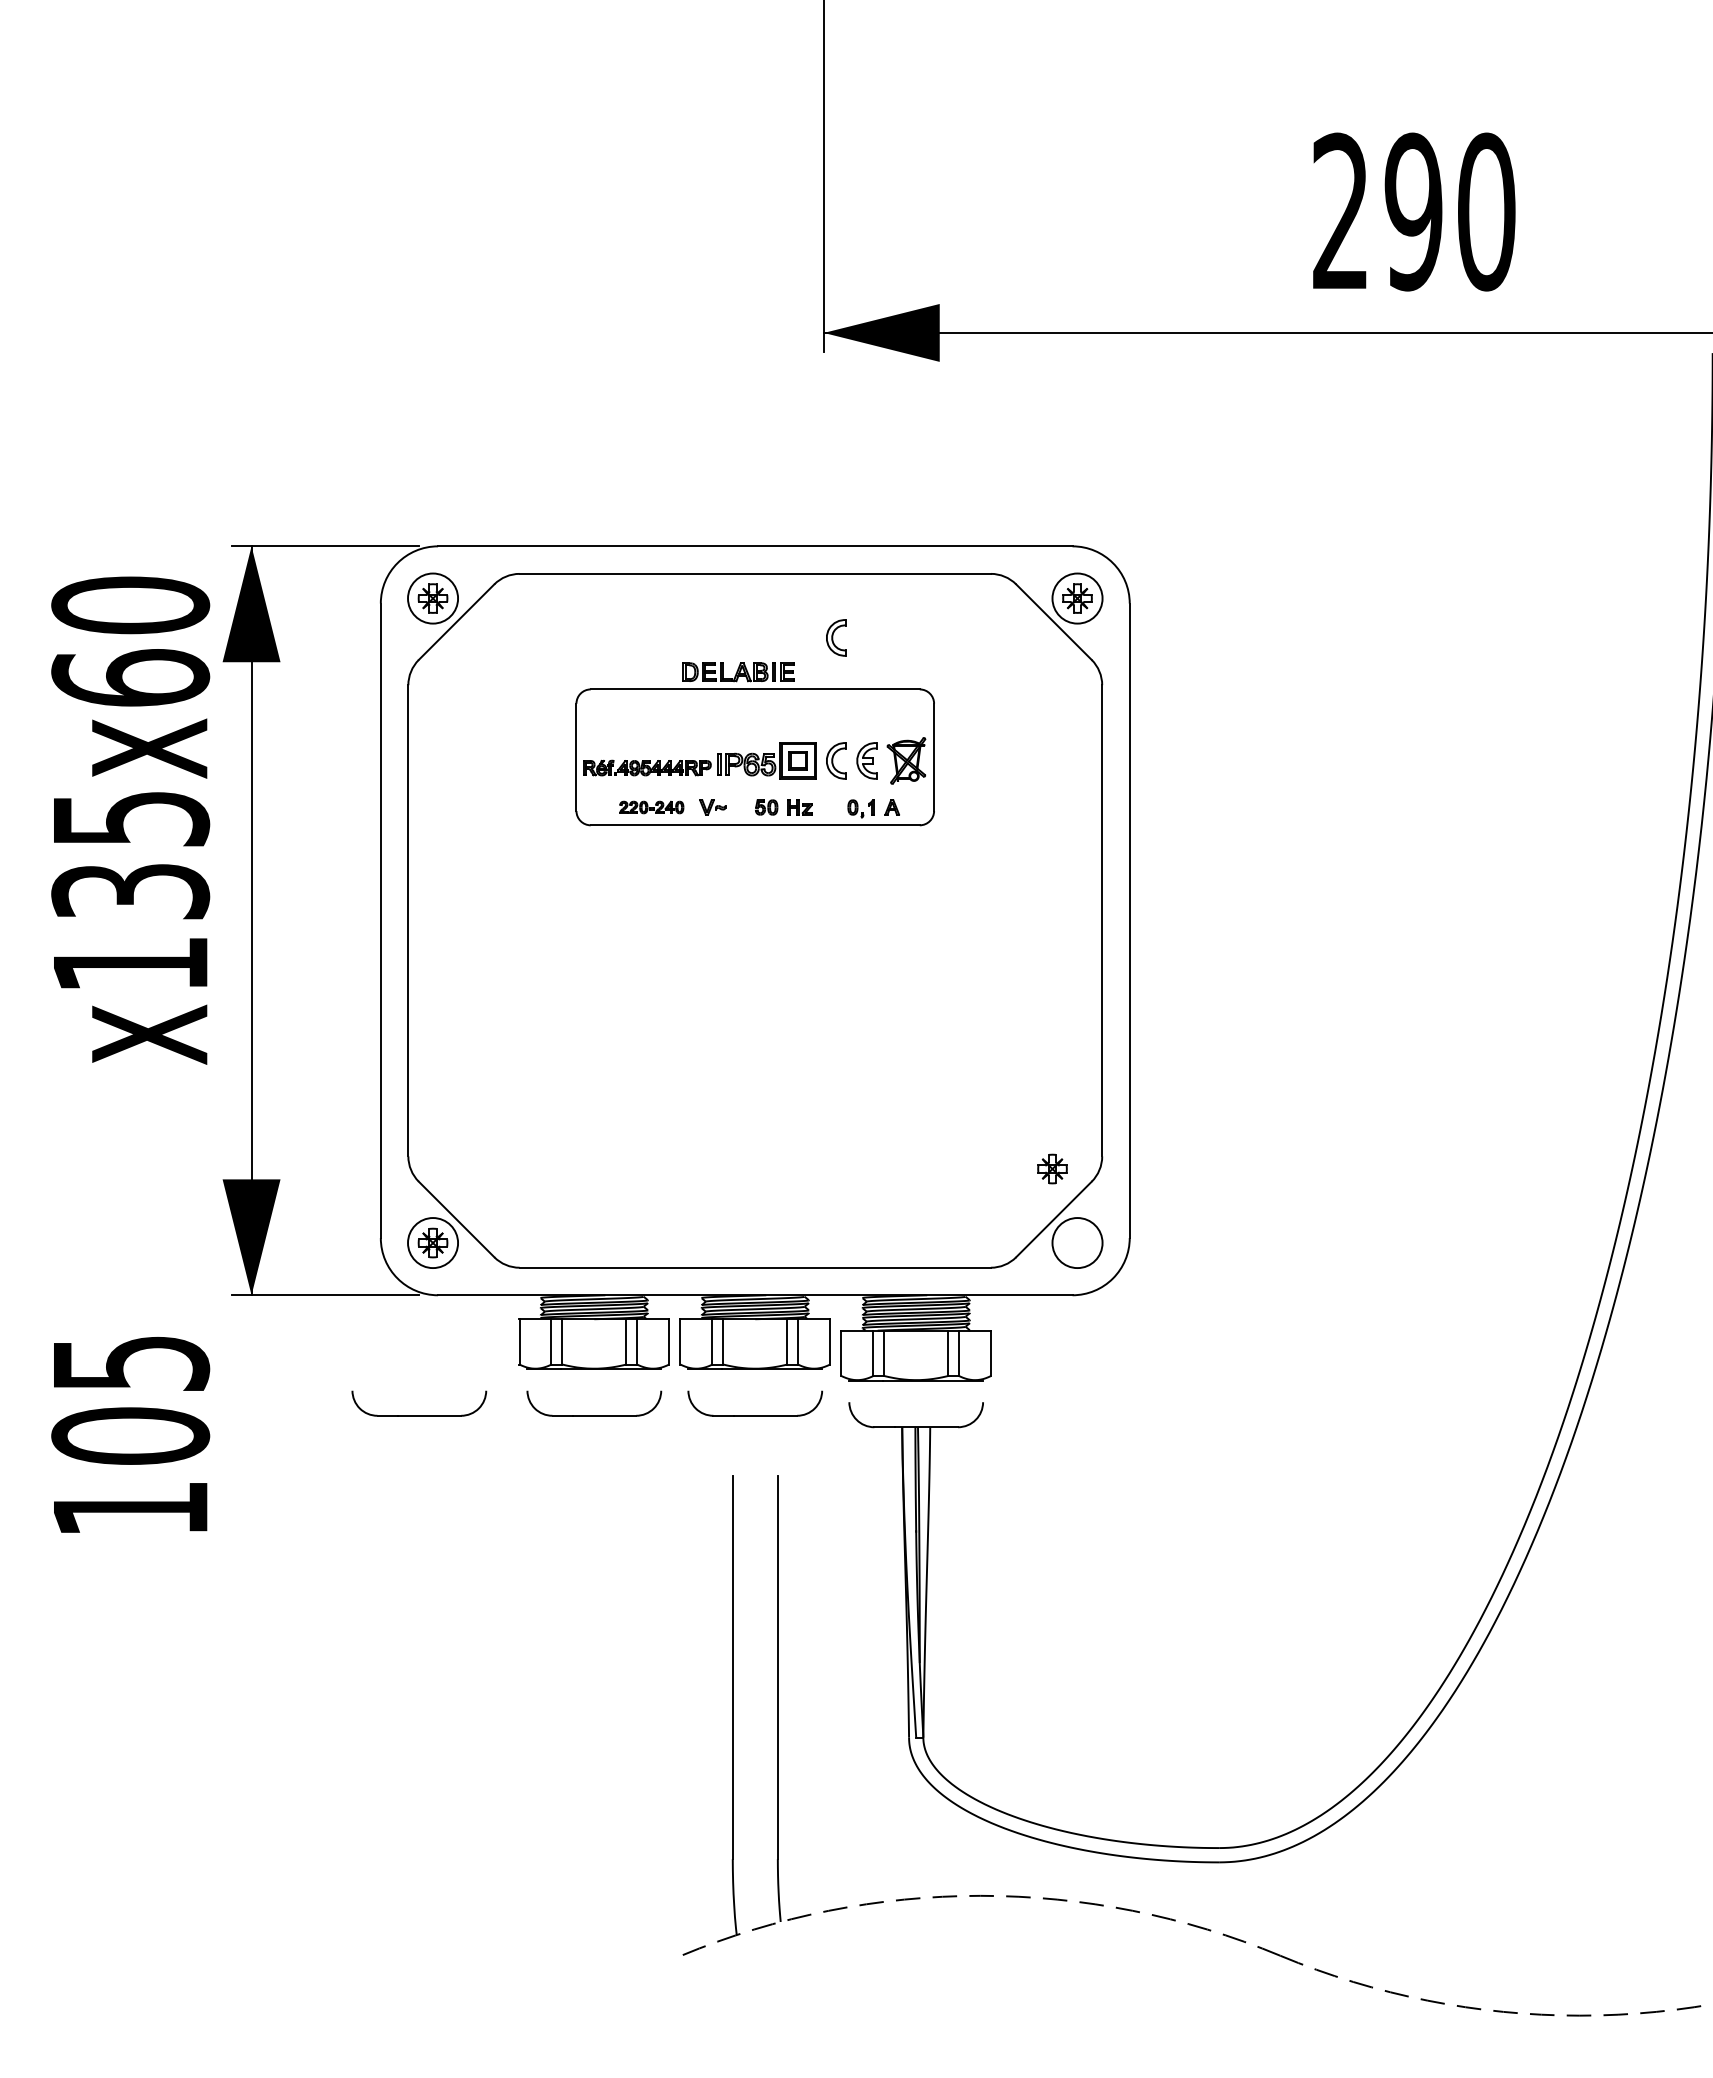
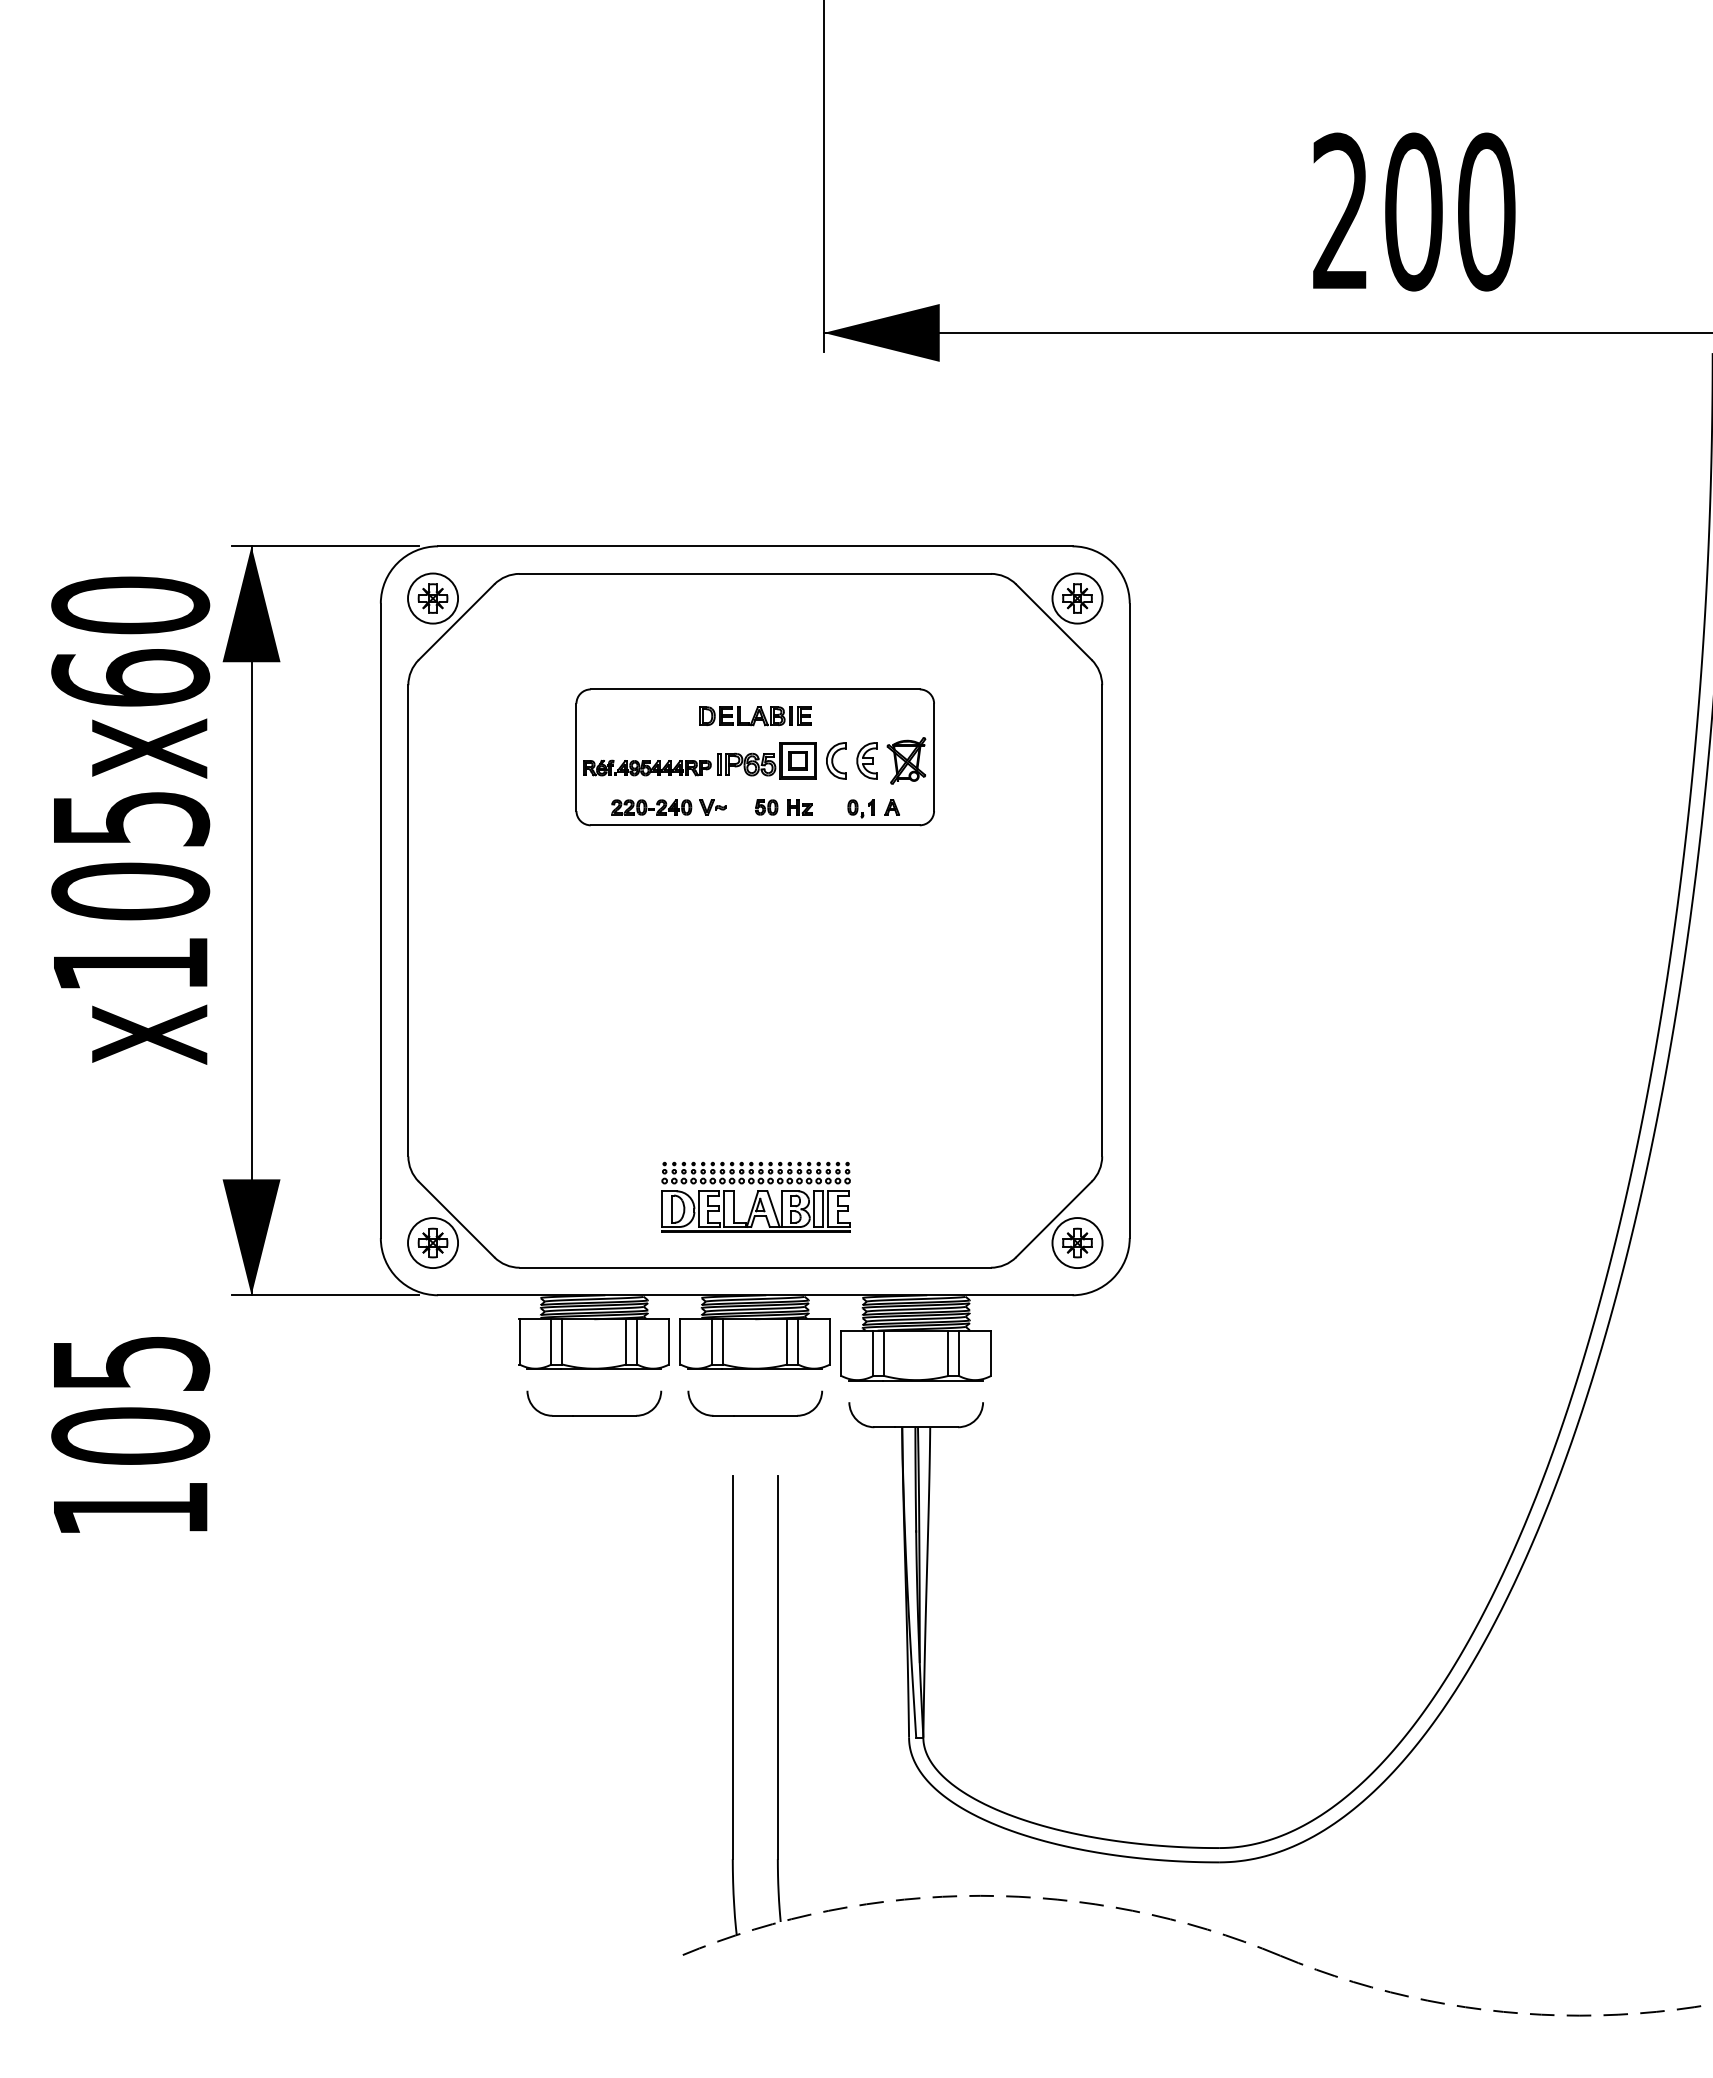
text at (1413, 211): 290 -> 200
part at (836, 637): present -> none
part at (738, 672) position: (738, 672) -> (755, 716)
part at (651, 807) size: 66x15 px -> 82x17 px
text at (130, 891): x135x60 -> x105x60
part at (1052, 1168) position: (1052, 1168) -> (1077, 1242)
part at (755, 1196): none -> present
part at (419, 1415): present -> none
